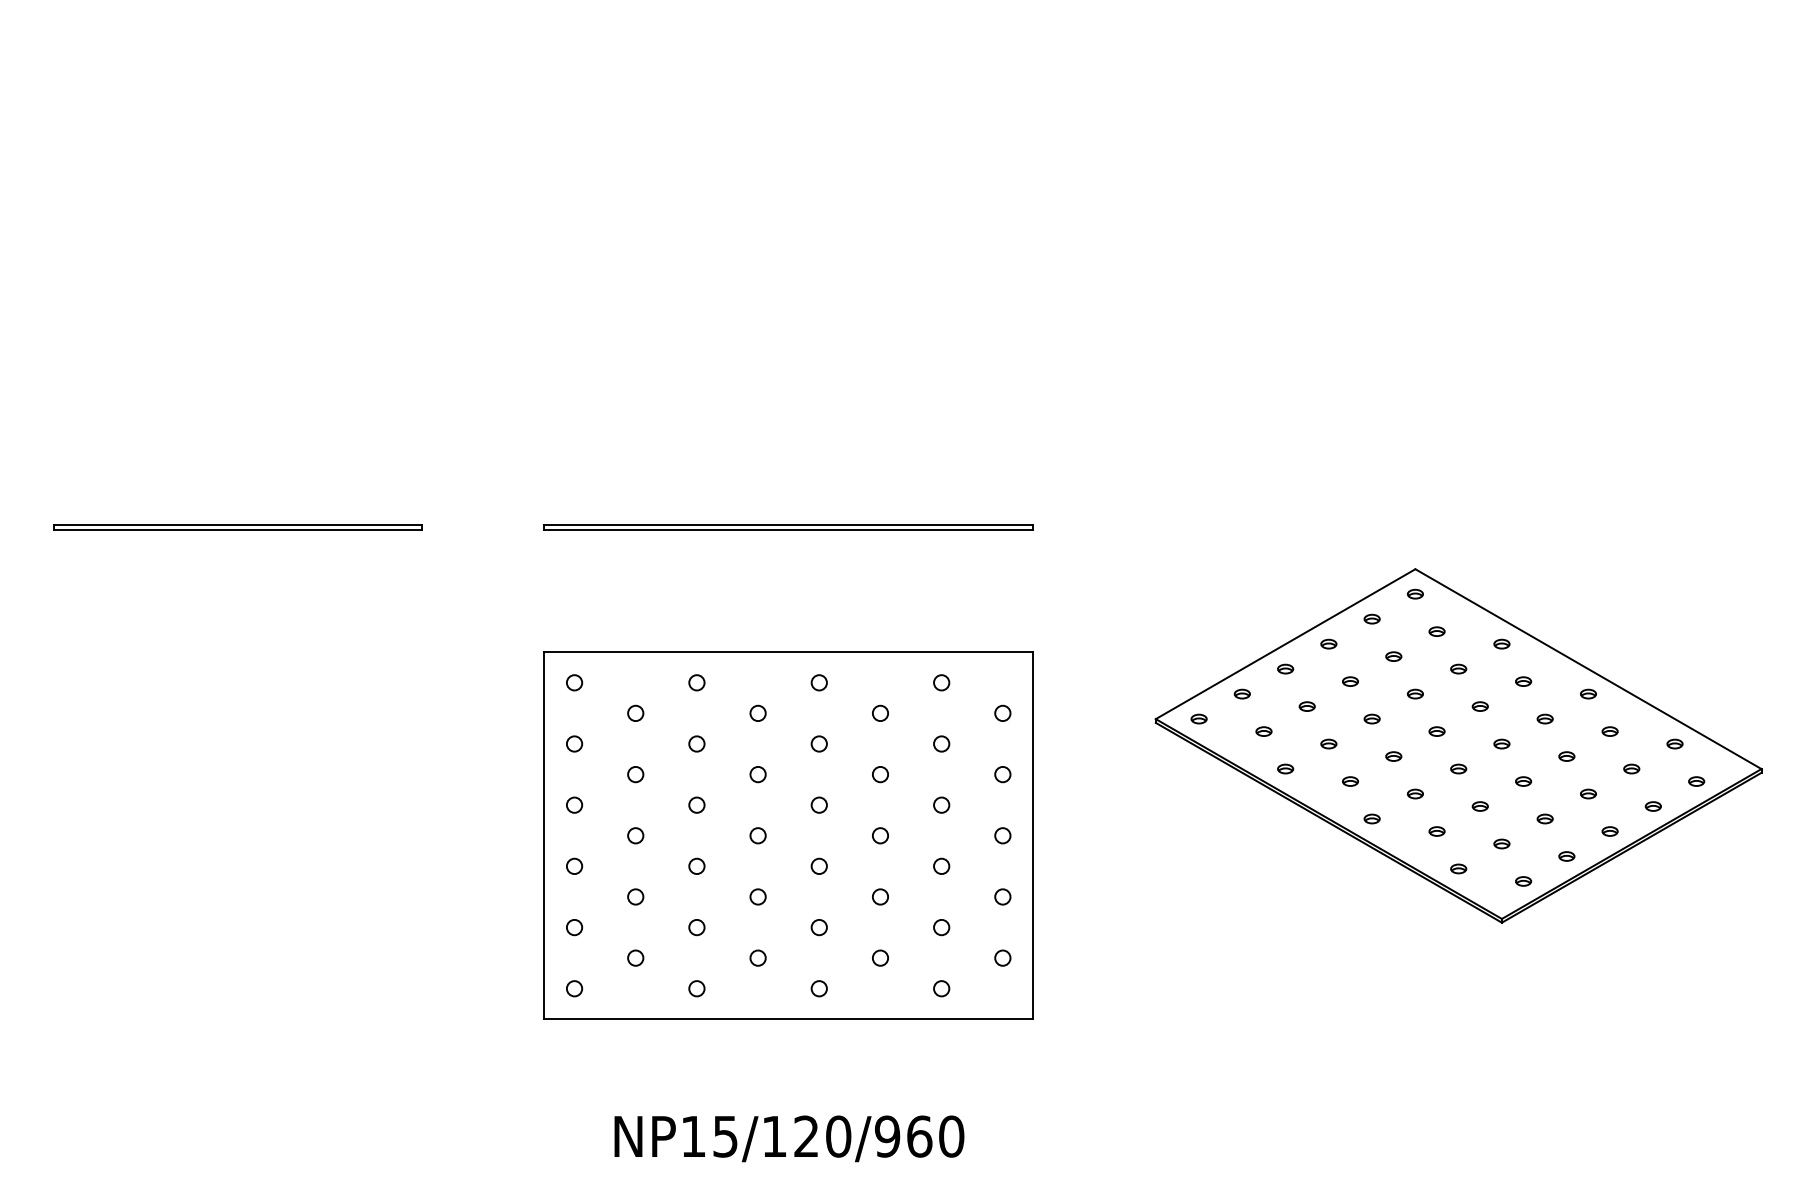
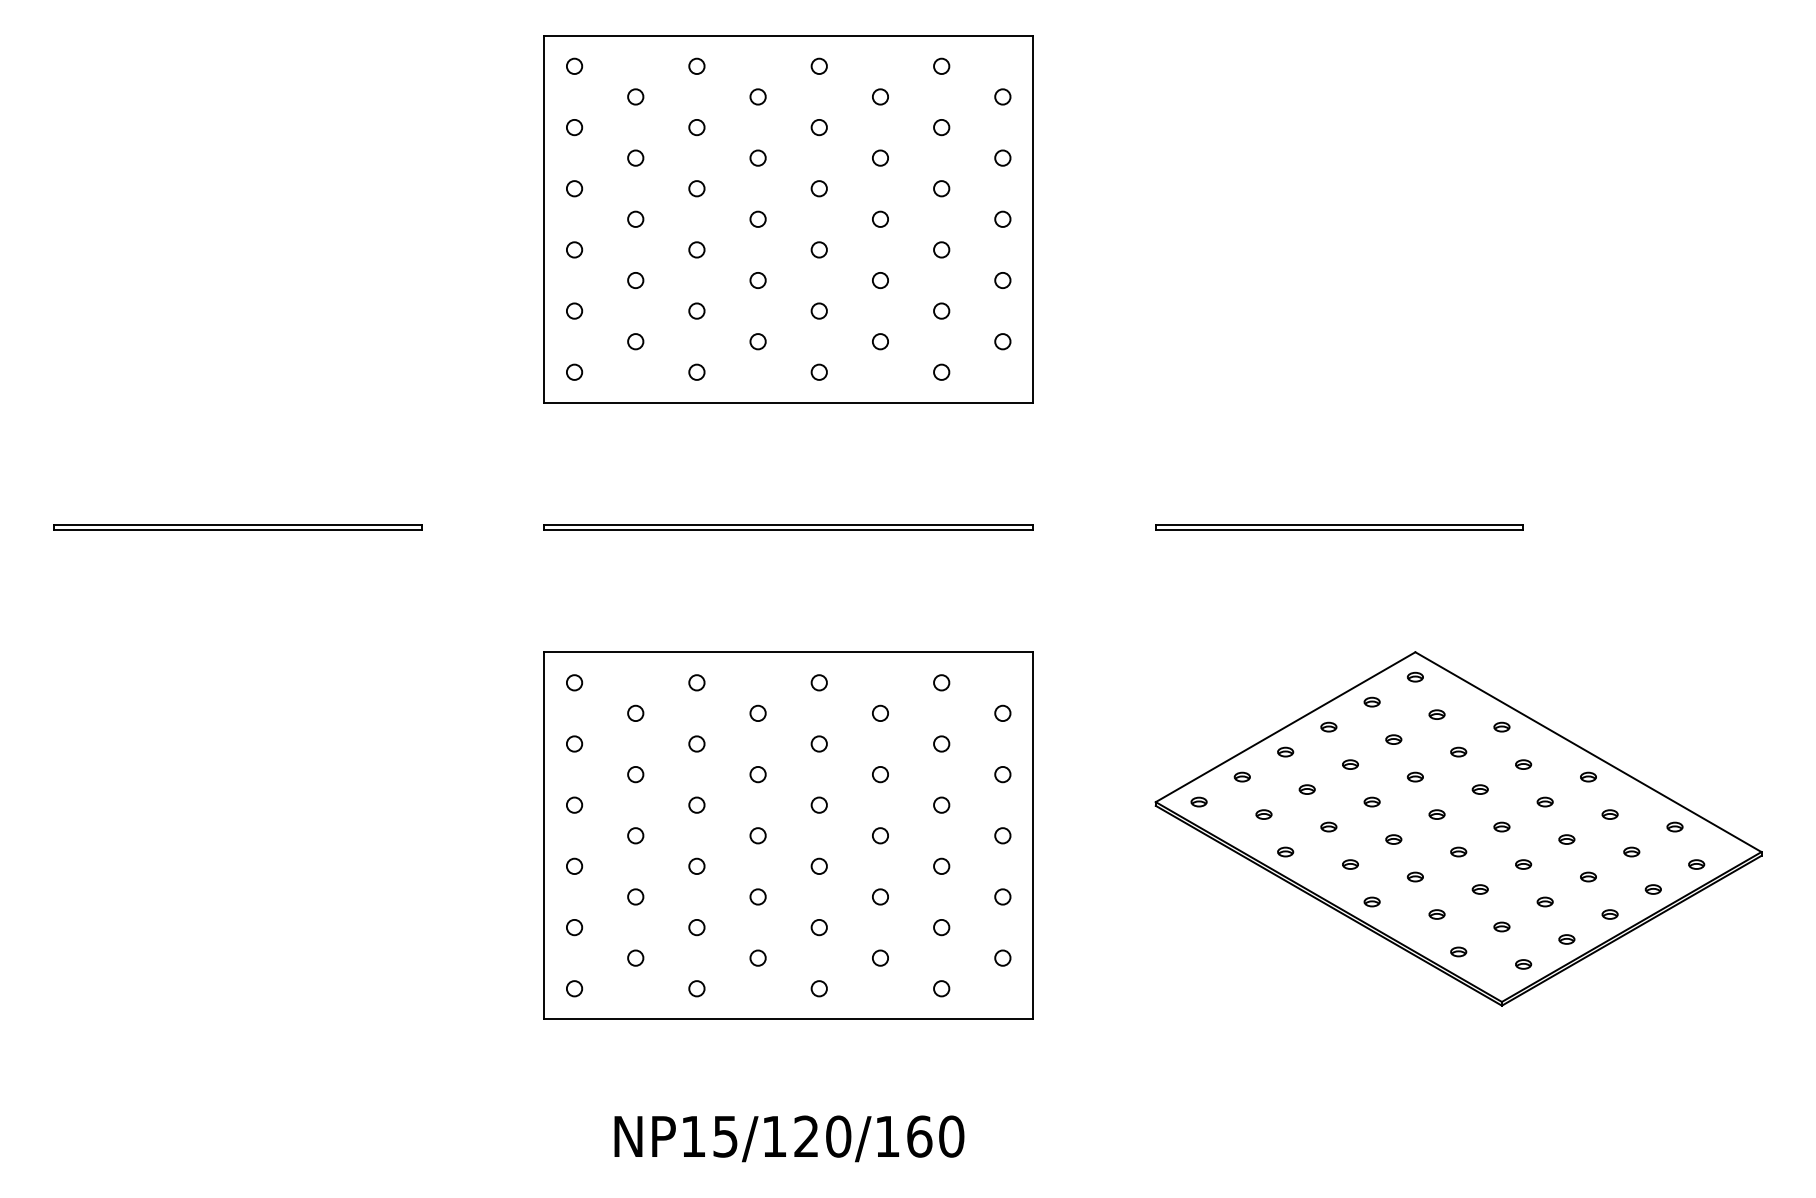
part at (788, 219): none -> present
part at (1339, 527): none -> present
part at (1458, 745) position: (1458, 745) -> (1458, 828)
text at (887, 1136): NP15/120/960 -> NP15/120/160
